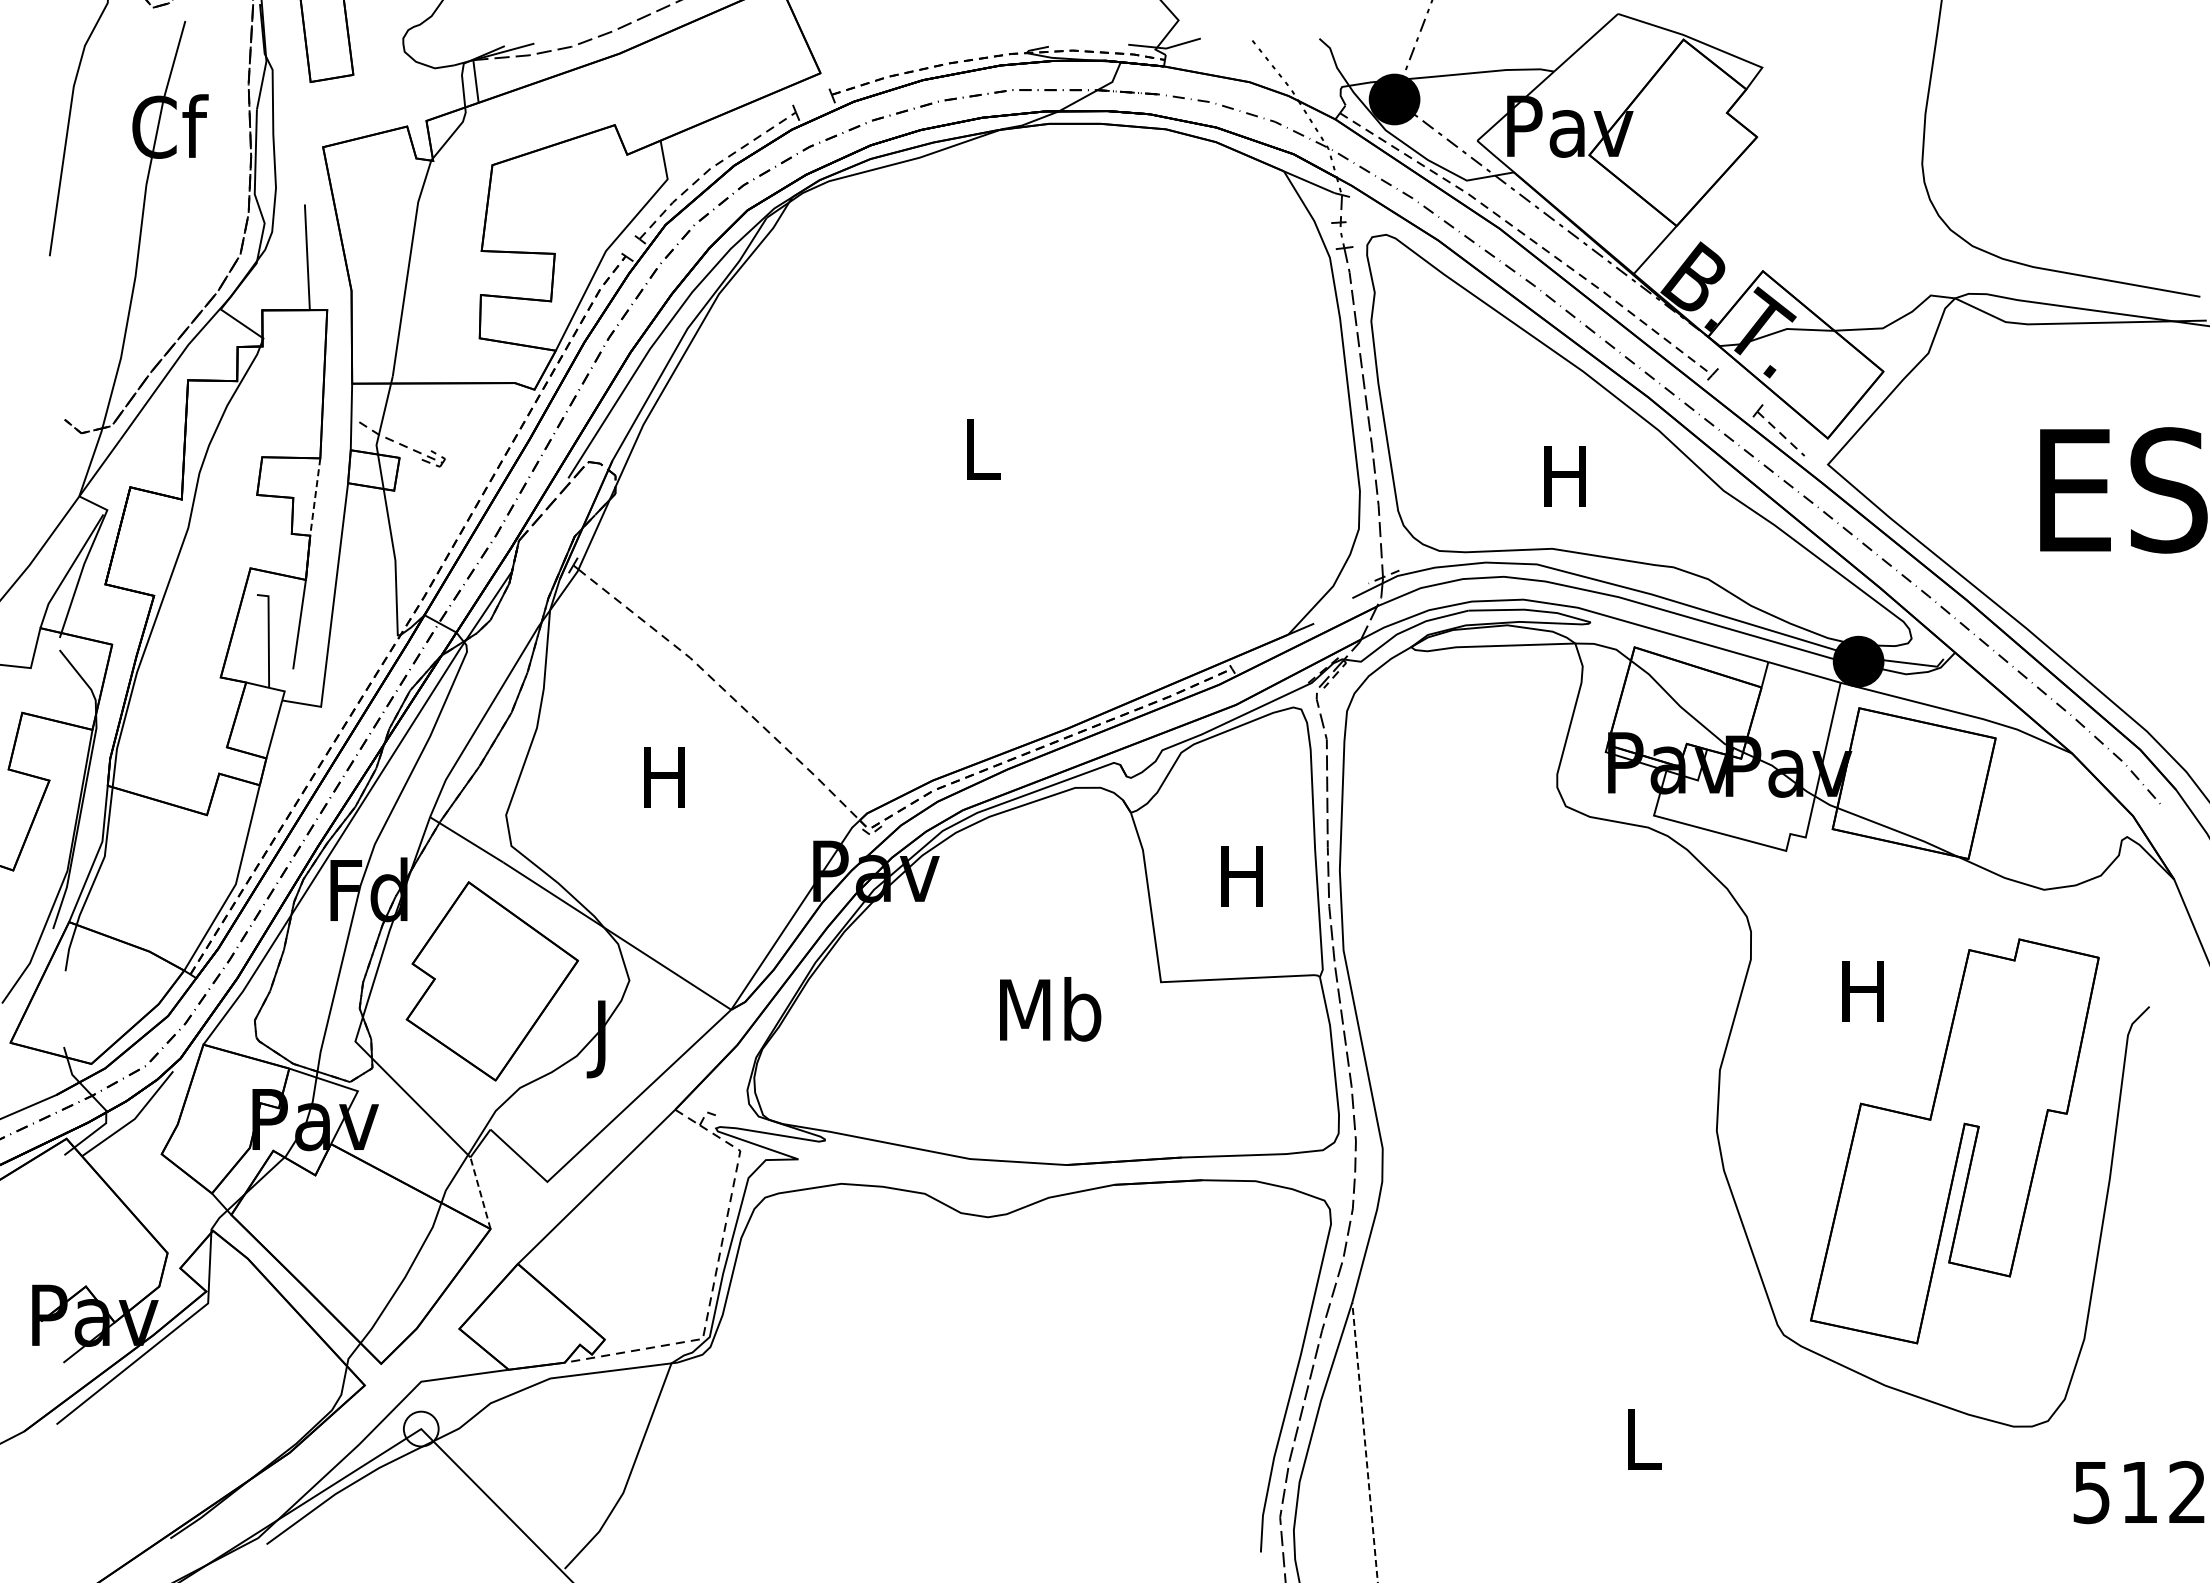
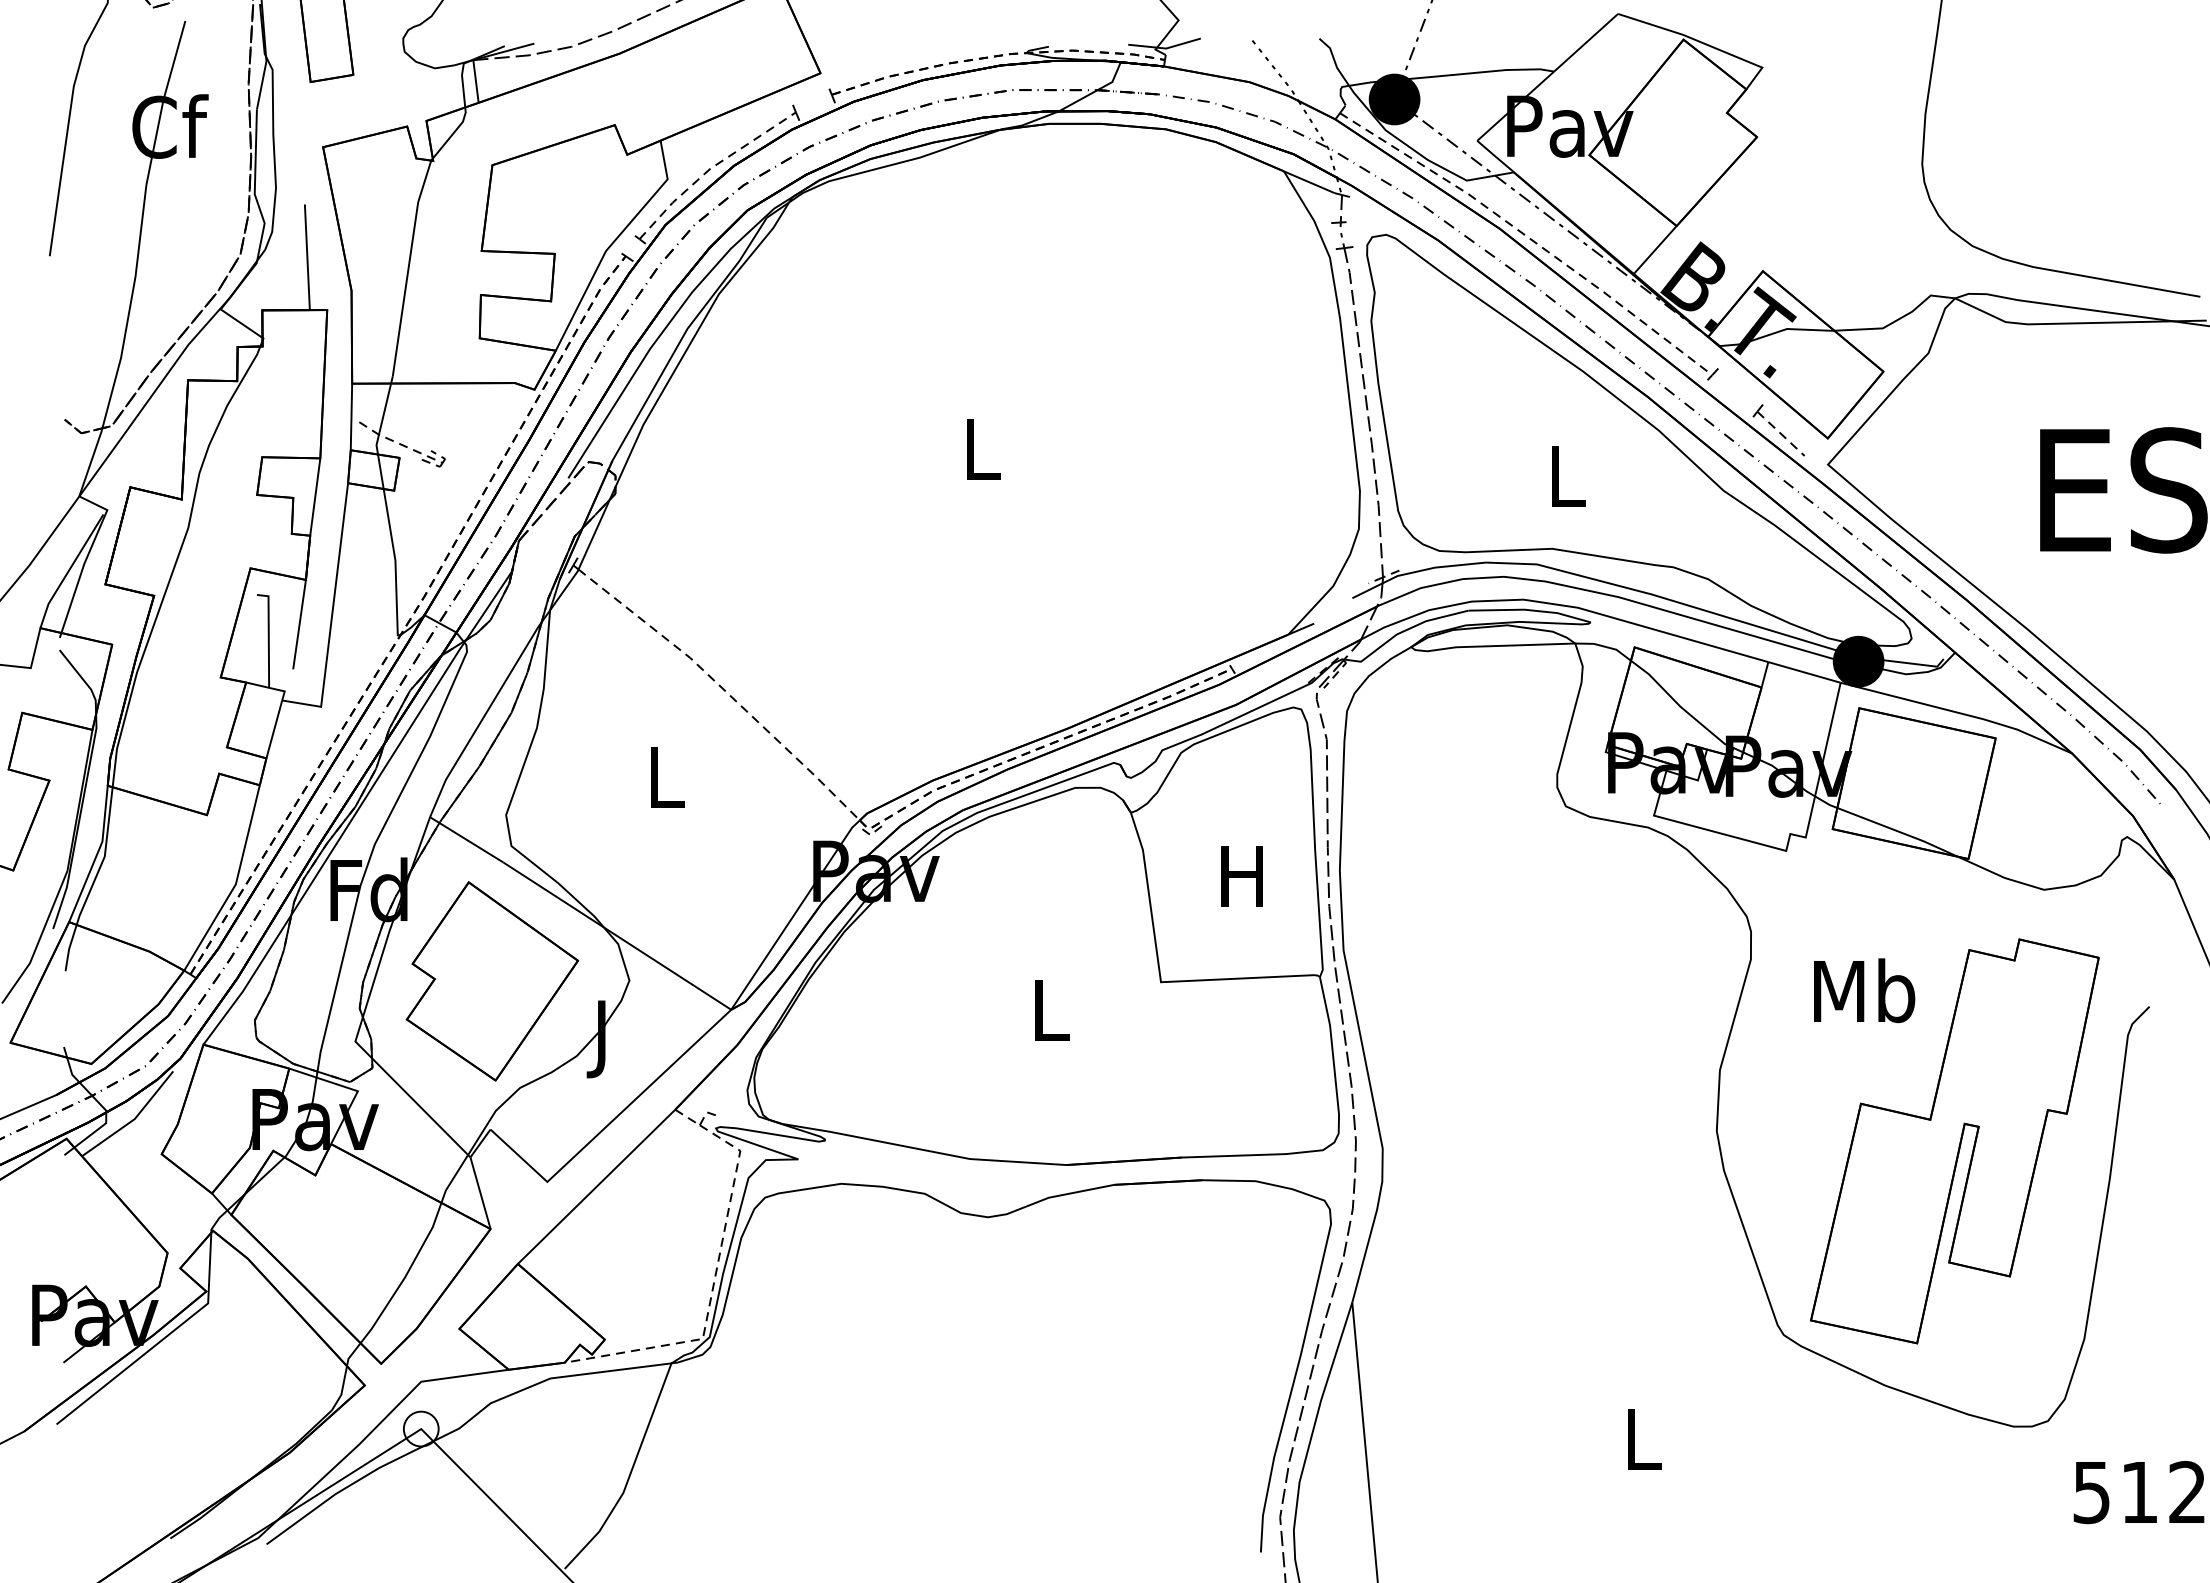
text at (1564, 476): H -> L
line at (315, 497): dashed -> solid
text at (664, 777): H -> L
text at (1864, 990): H -> Mb
text at (1050, 1009): Mb -> L
line at (480, 1192): dashed -> solid
line at (1365, 1441): dashed -> solid
